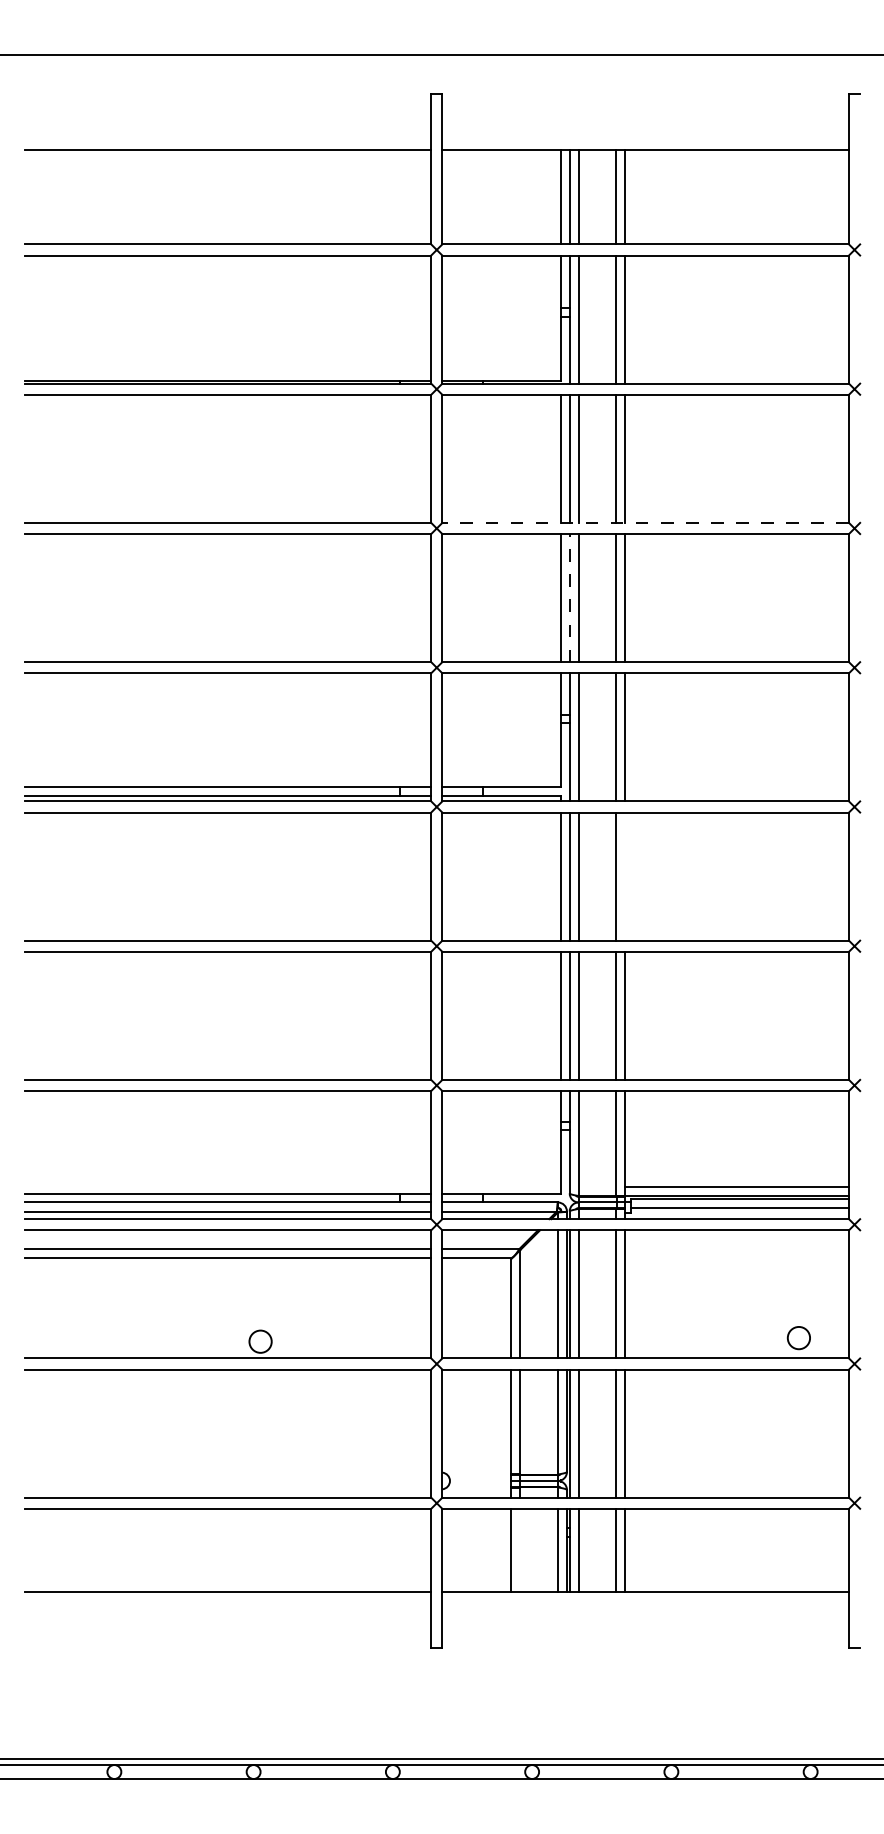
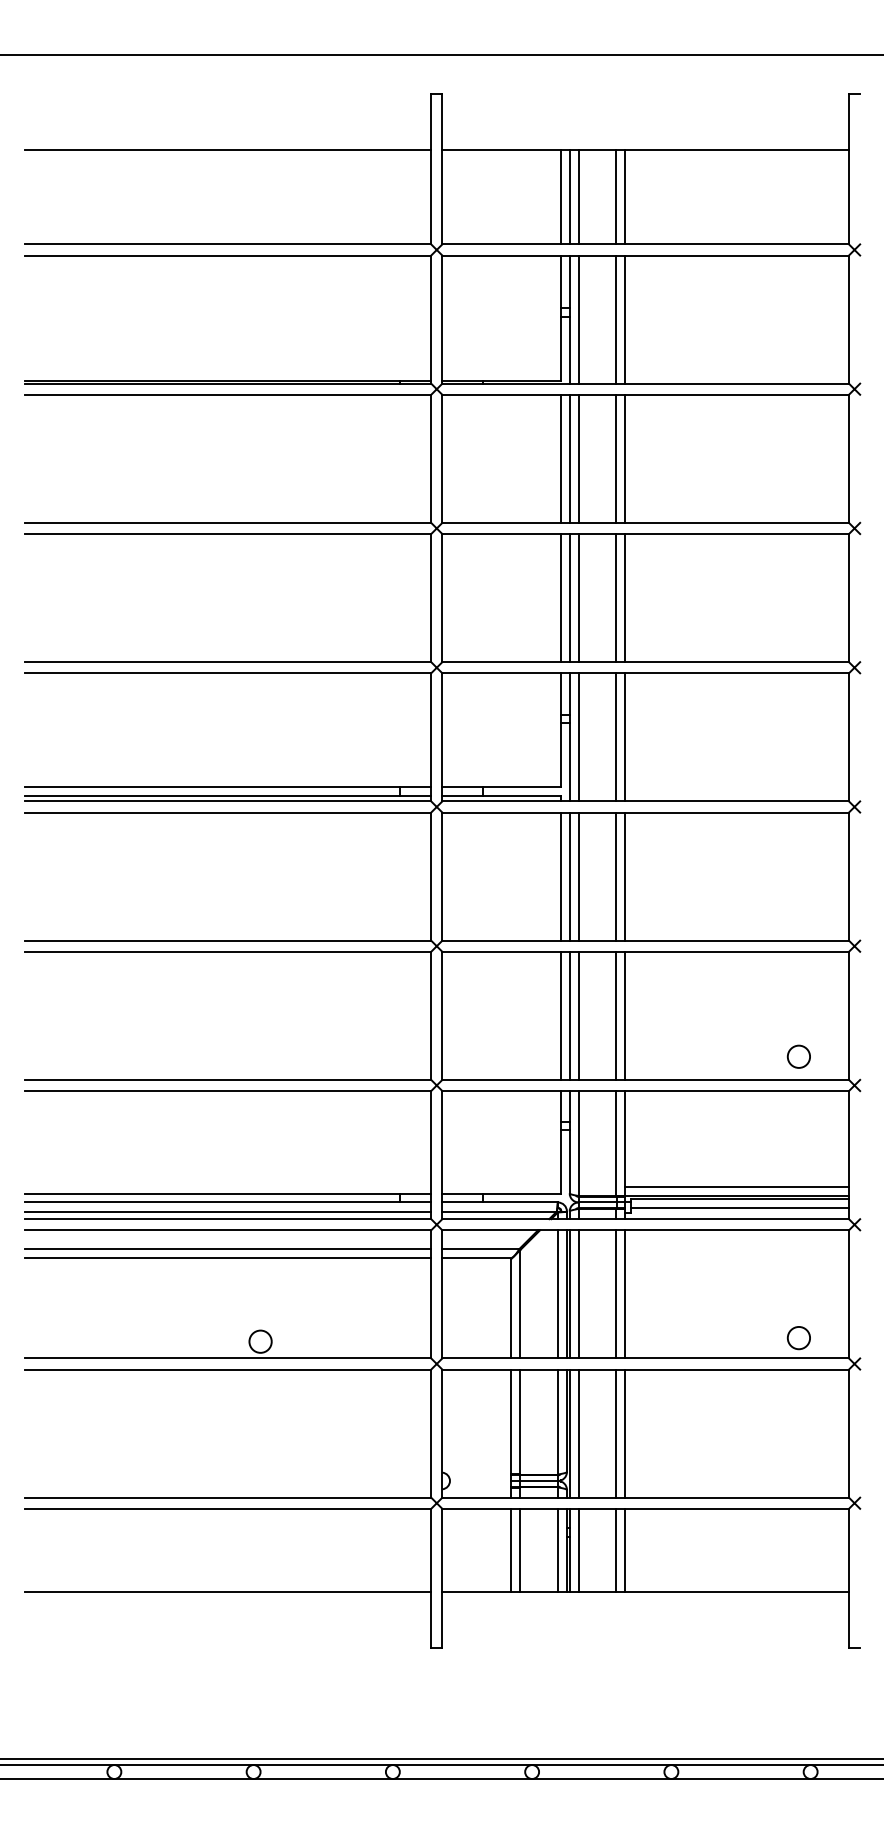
line at (645, 522): dashed -> solid
line at (569, 597): dashed -> solid
line at (625, 876): none -> present
circle at (798, 1056): none -> present
line at (520, 1550): none -> present
